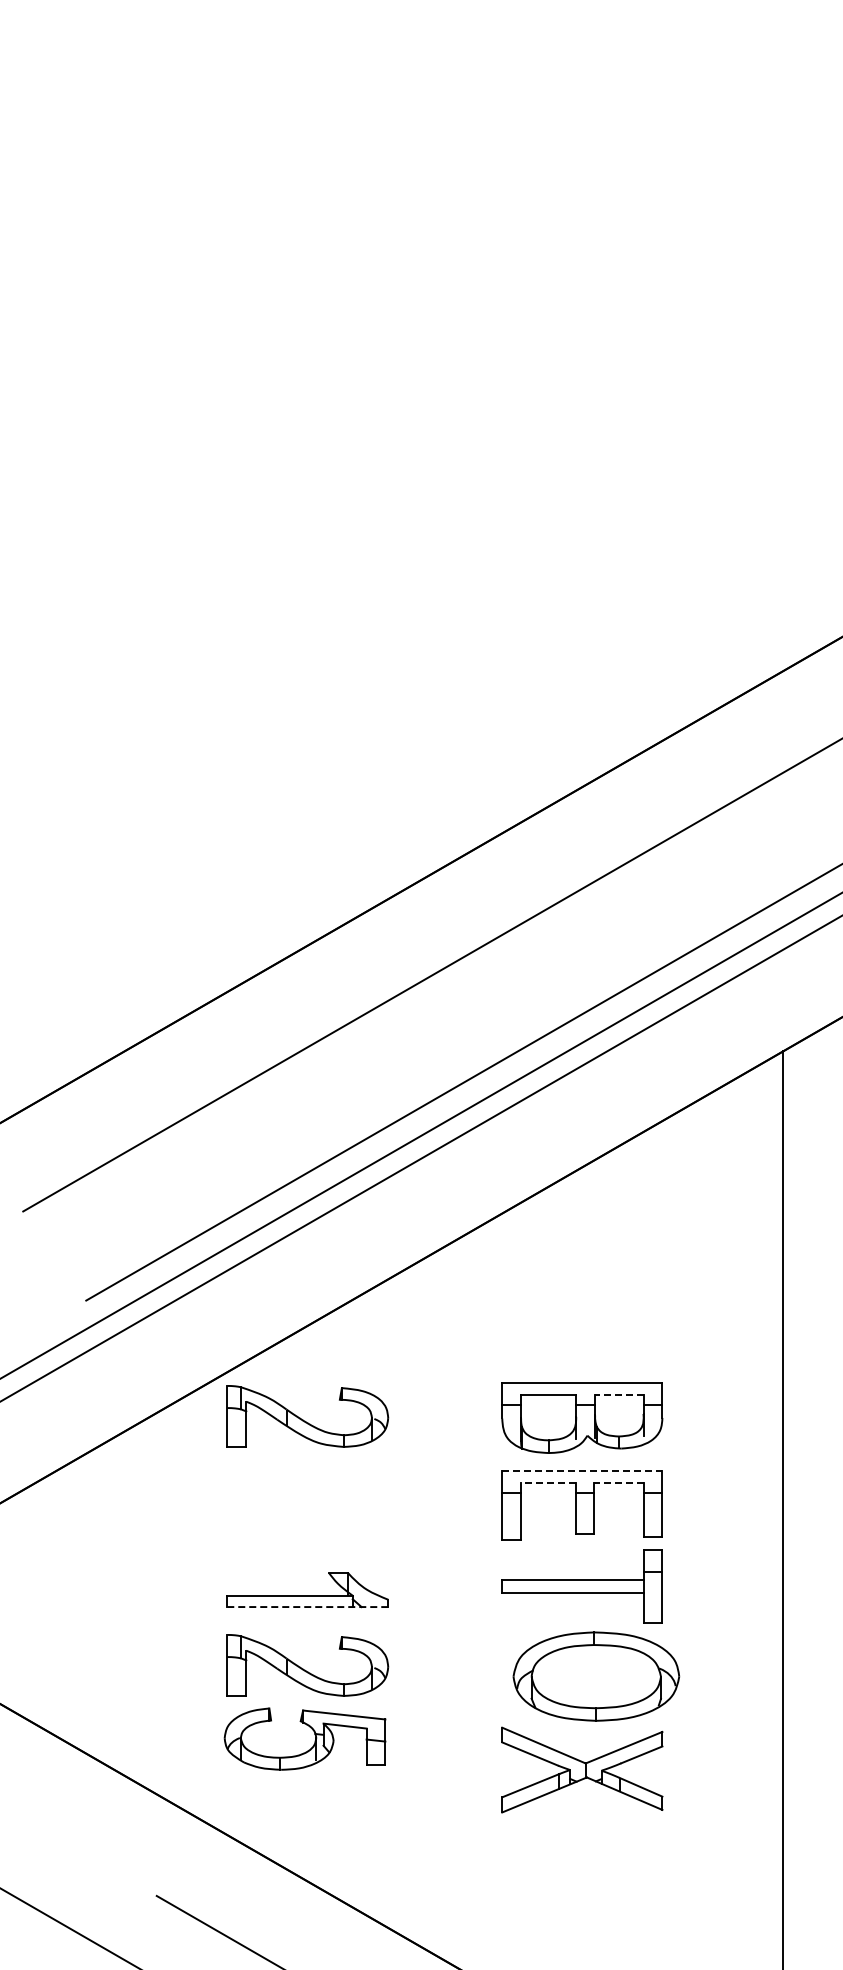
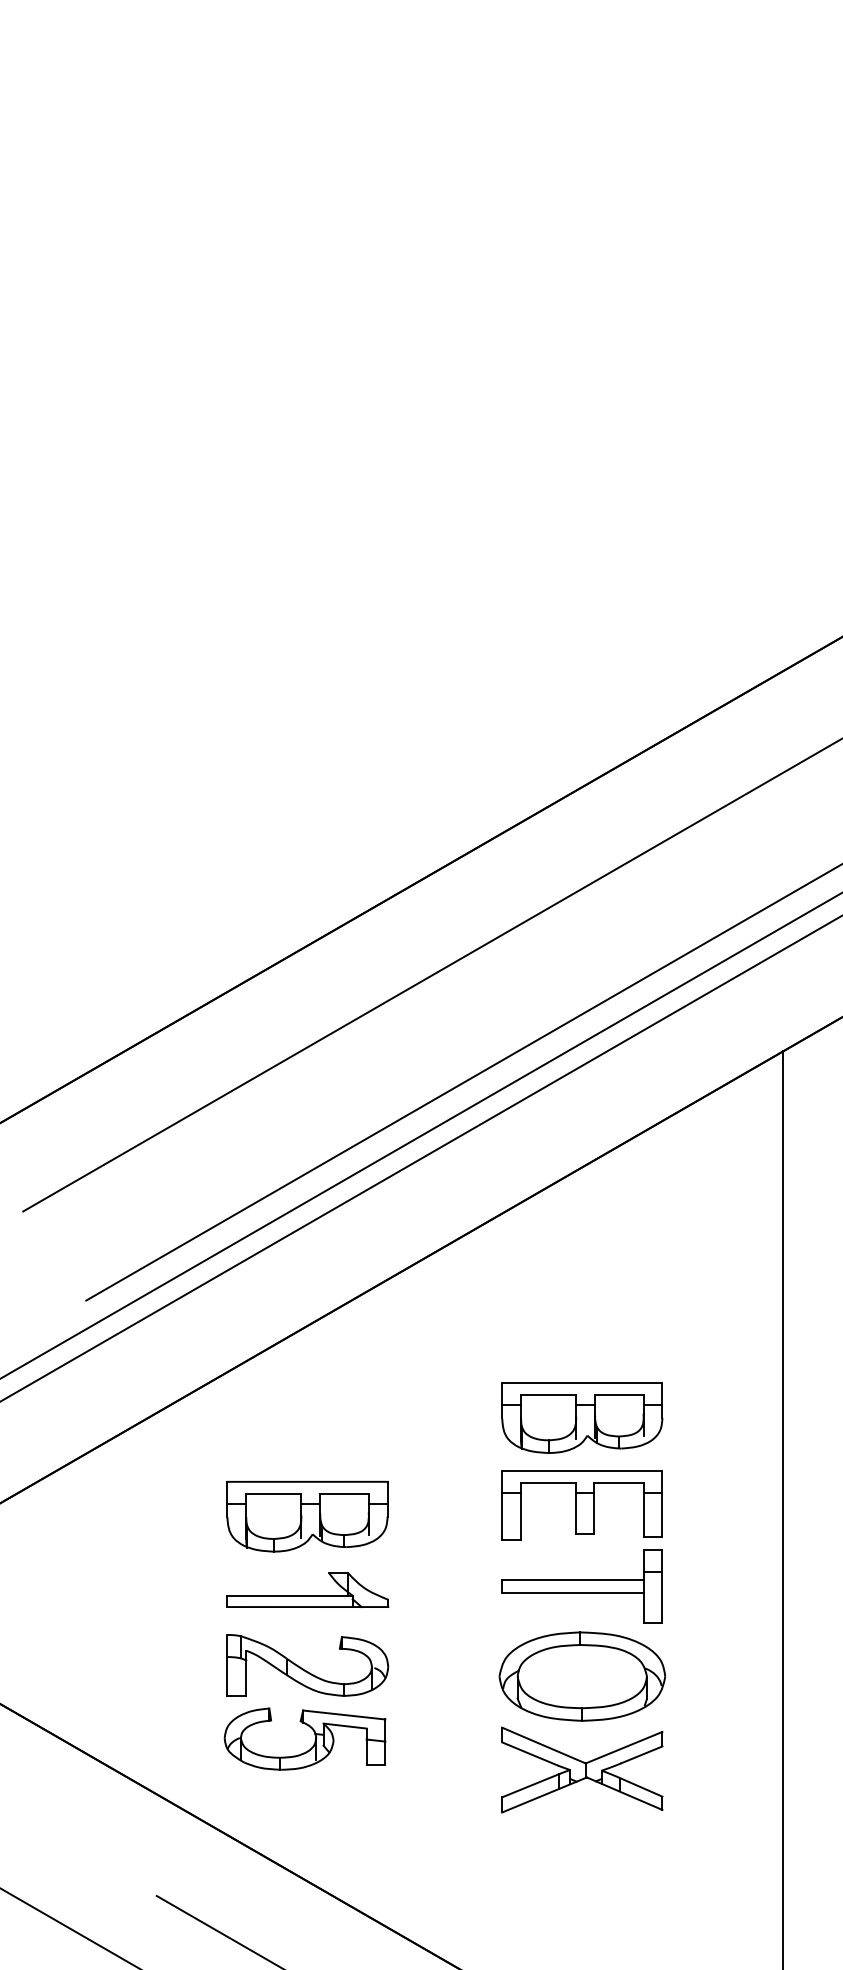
line at (618, 1395): dashed -> solid
part at (307, 1416): present -> none
line at (582, 1470): dashed -> solid
line at (547, 1482): dashed -> solid
line at (618, 1482): dashed -> solid
part at (307, 1516): none -> present
line at (307, 1607): dashed -> solid
part at (596, 1676) position: (596, 1676) -> (582, 1676)
